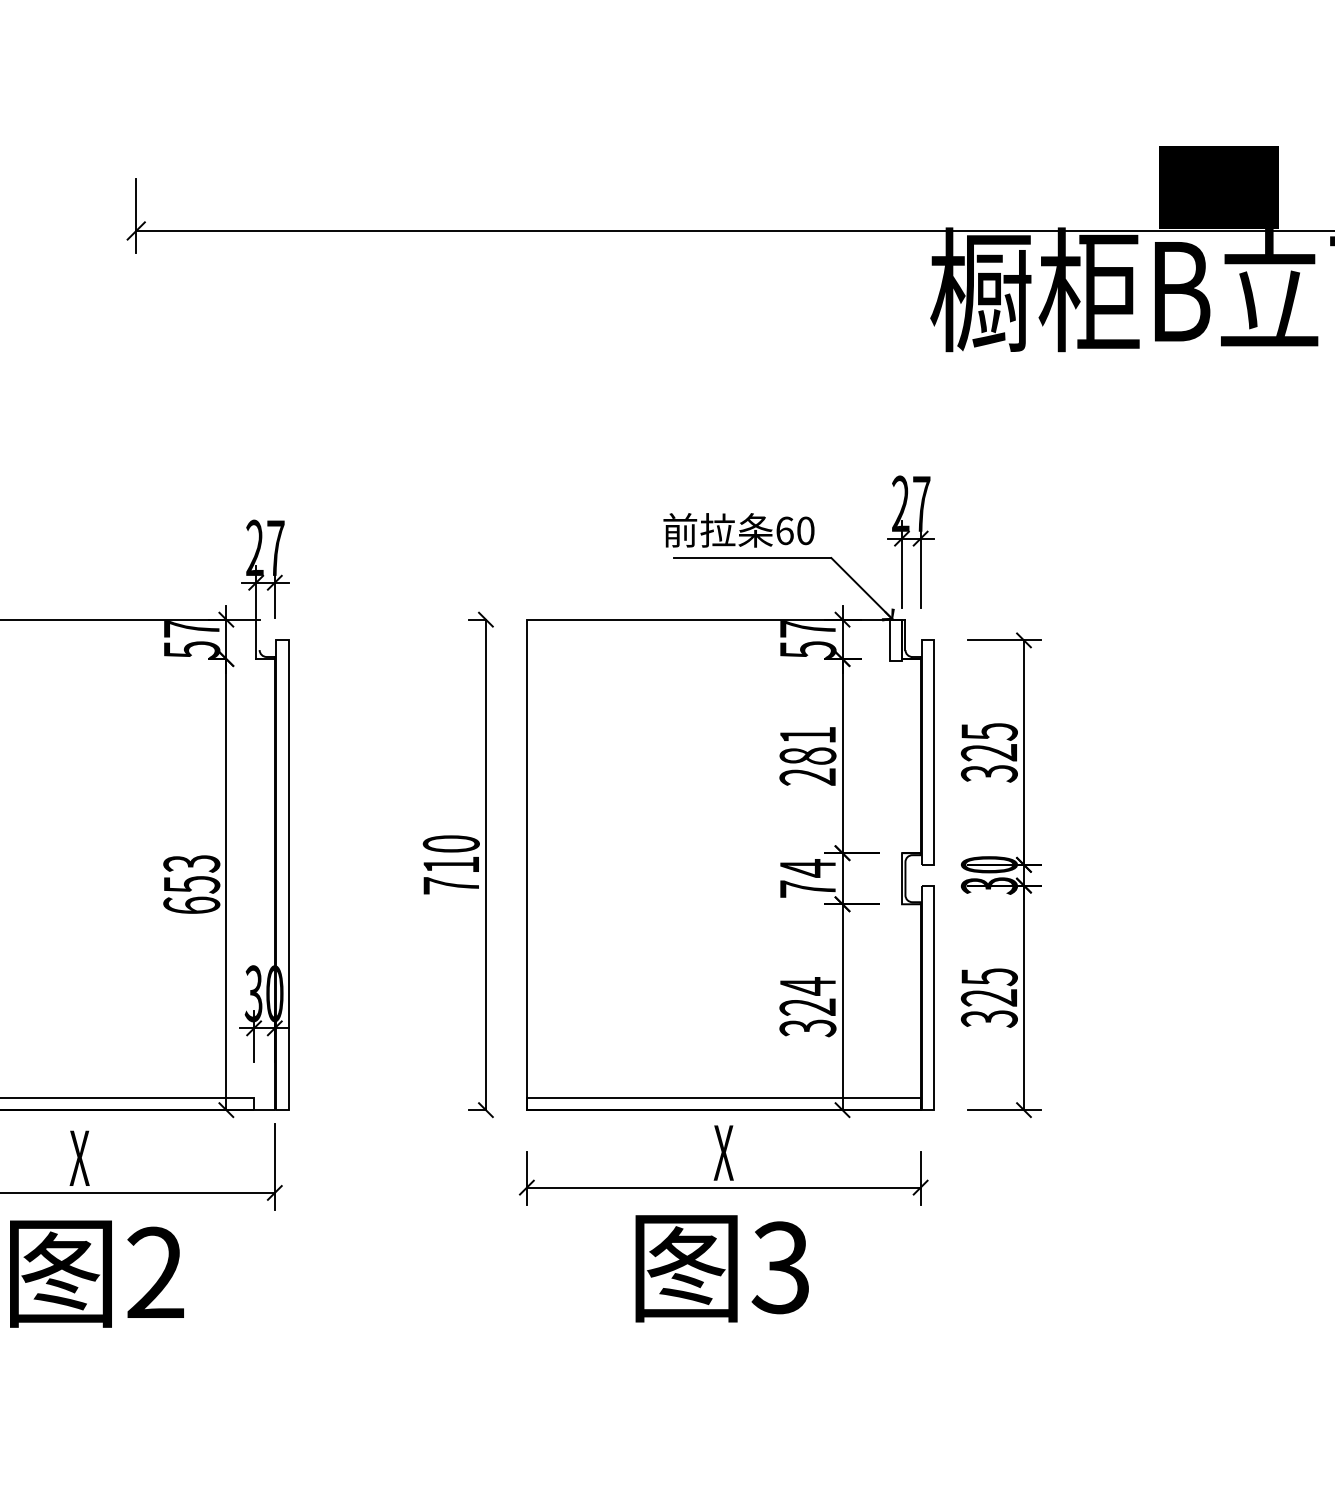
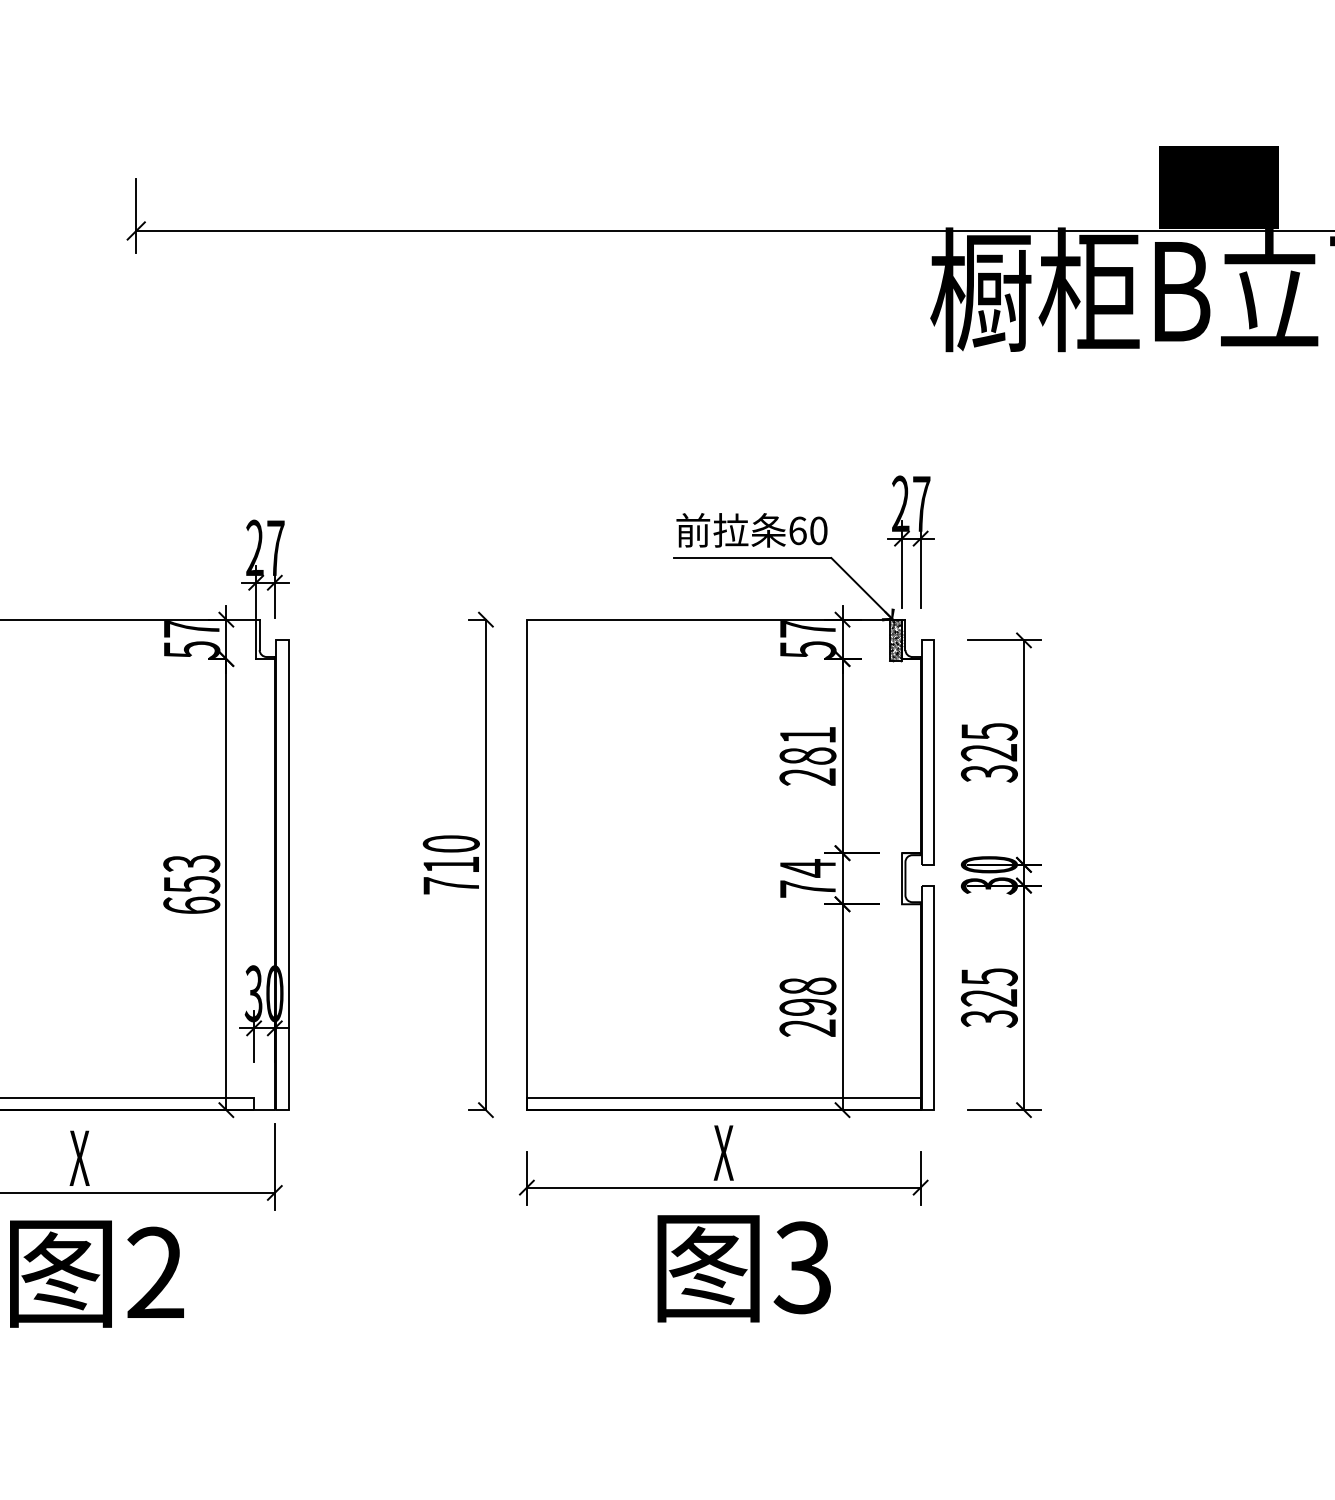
text at (738, 530) position: (738, 530) -> (751, 530)
line at (259, 634): none -> present
hatch at (895, 640): none -> present
text at (807, 1007): 324 -> 298
text at (721, 1268) position: (721, 1268) -> (743, 1268)
